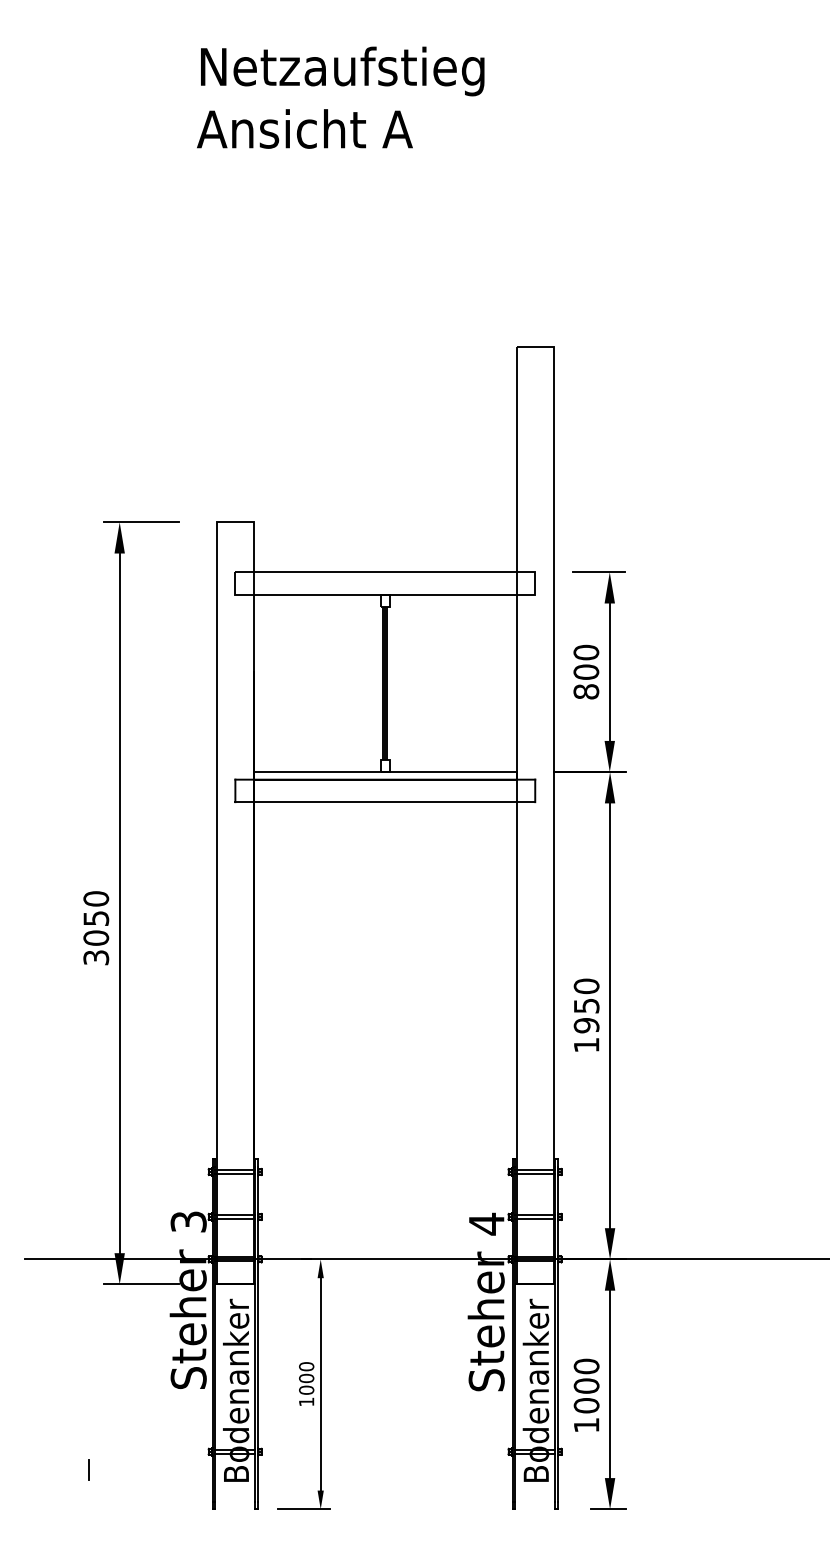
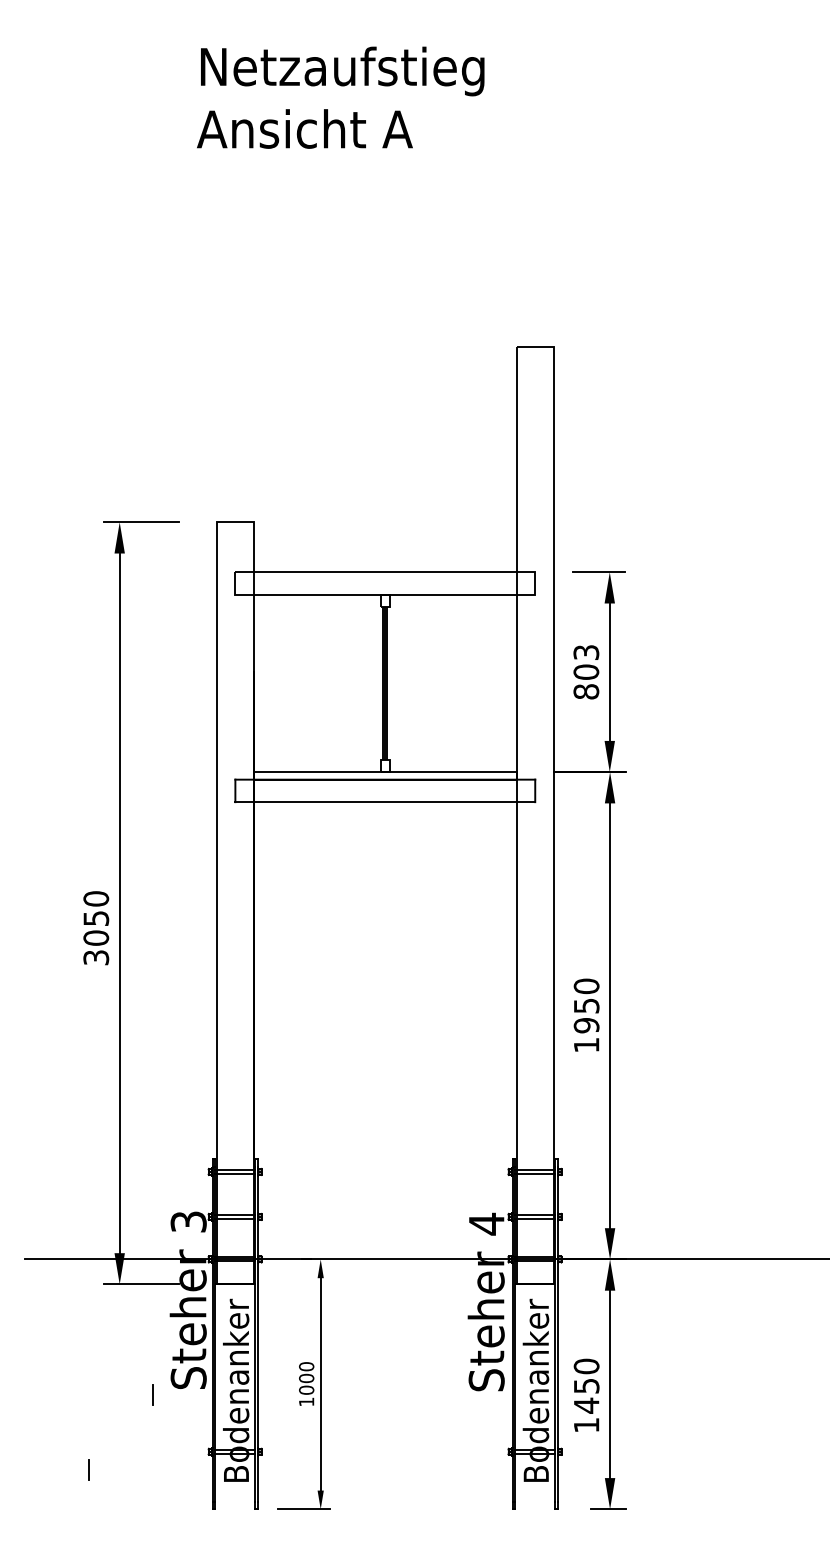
text at (586, 652): 800 -> 803
line at (152, 1394): none -> present
text at (586, 1395): 1000 -> 1450
